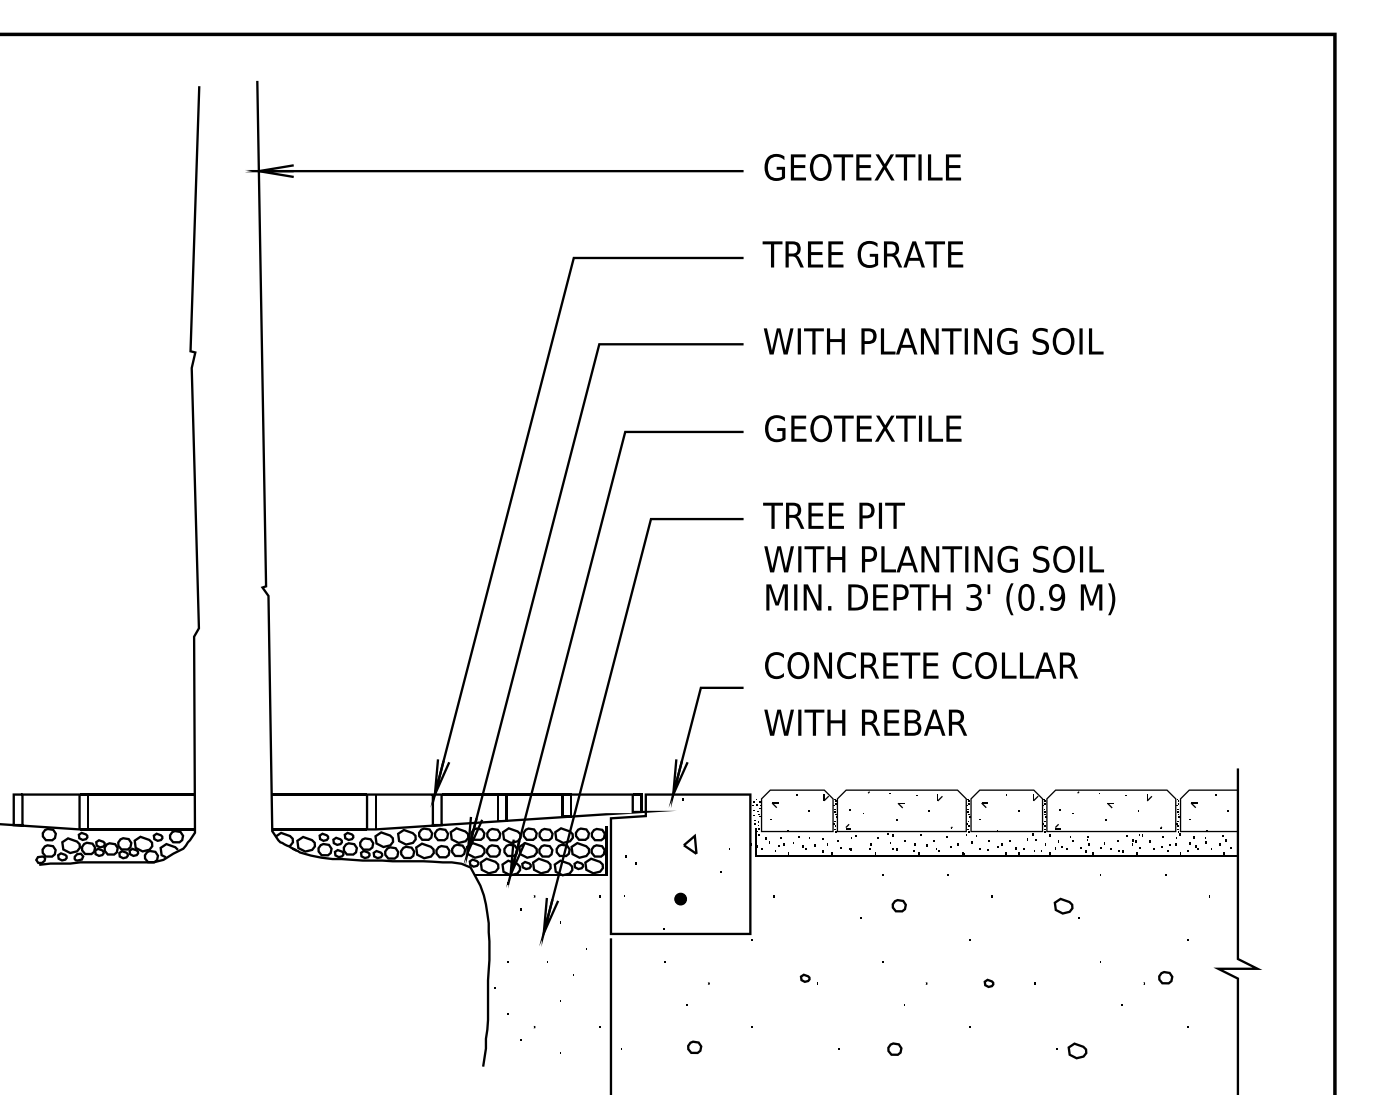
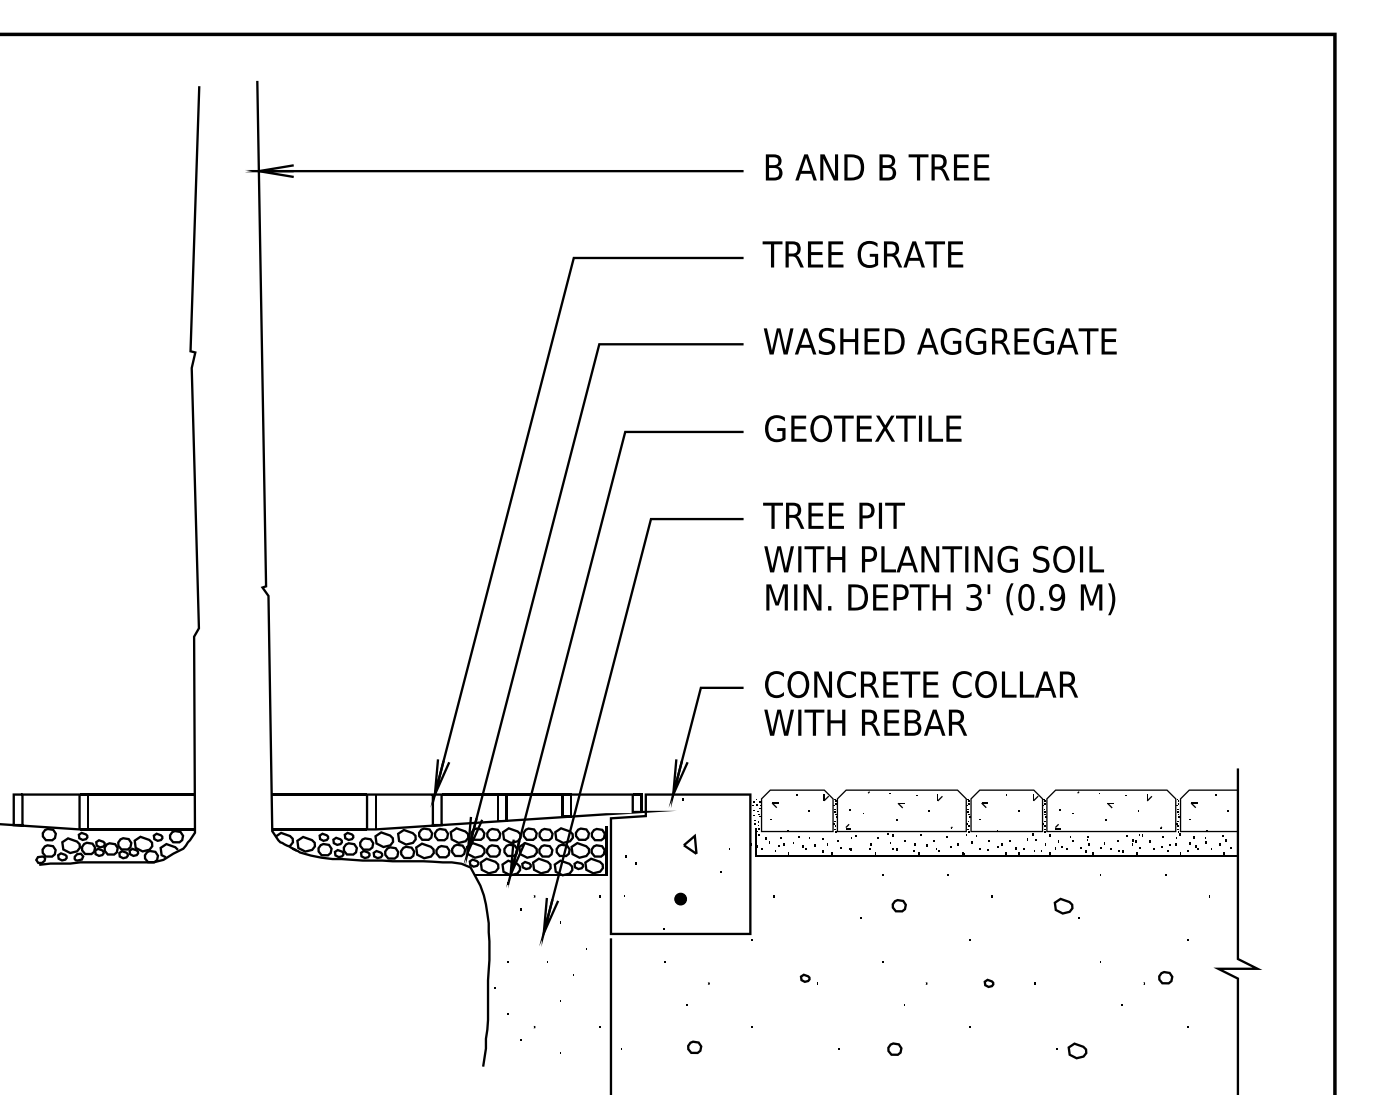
text at (876, 167): GEOTEXTILE -> B AND B TREE
text at (955, 341): WITH PLANTING SOIL -> WASHED AGGREGATE
text at (921, 665) position: (921, 665) -> (921, 684)
